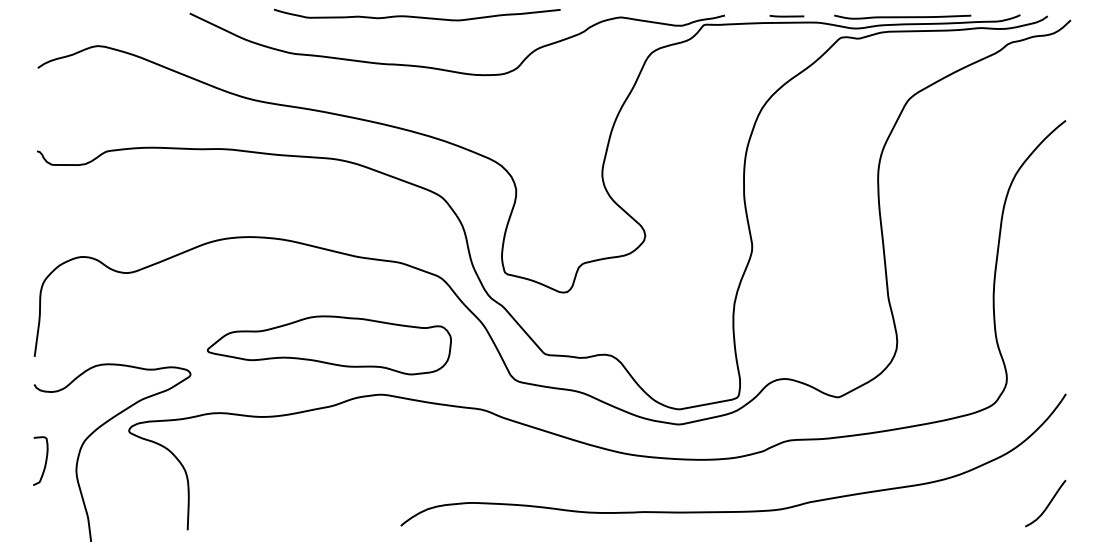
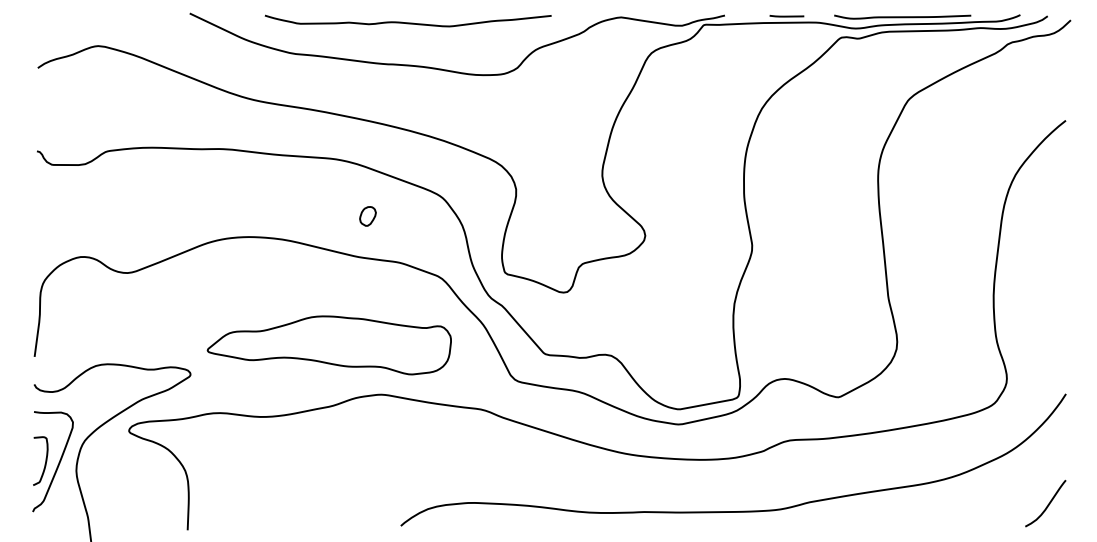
curve at (416, 16) position: (416, 16) -> (407, 22)
part at (367, 216): none -> present
curve at (57, 464): none -> present
